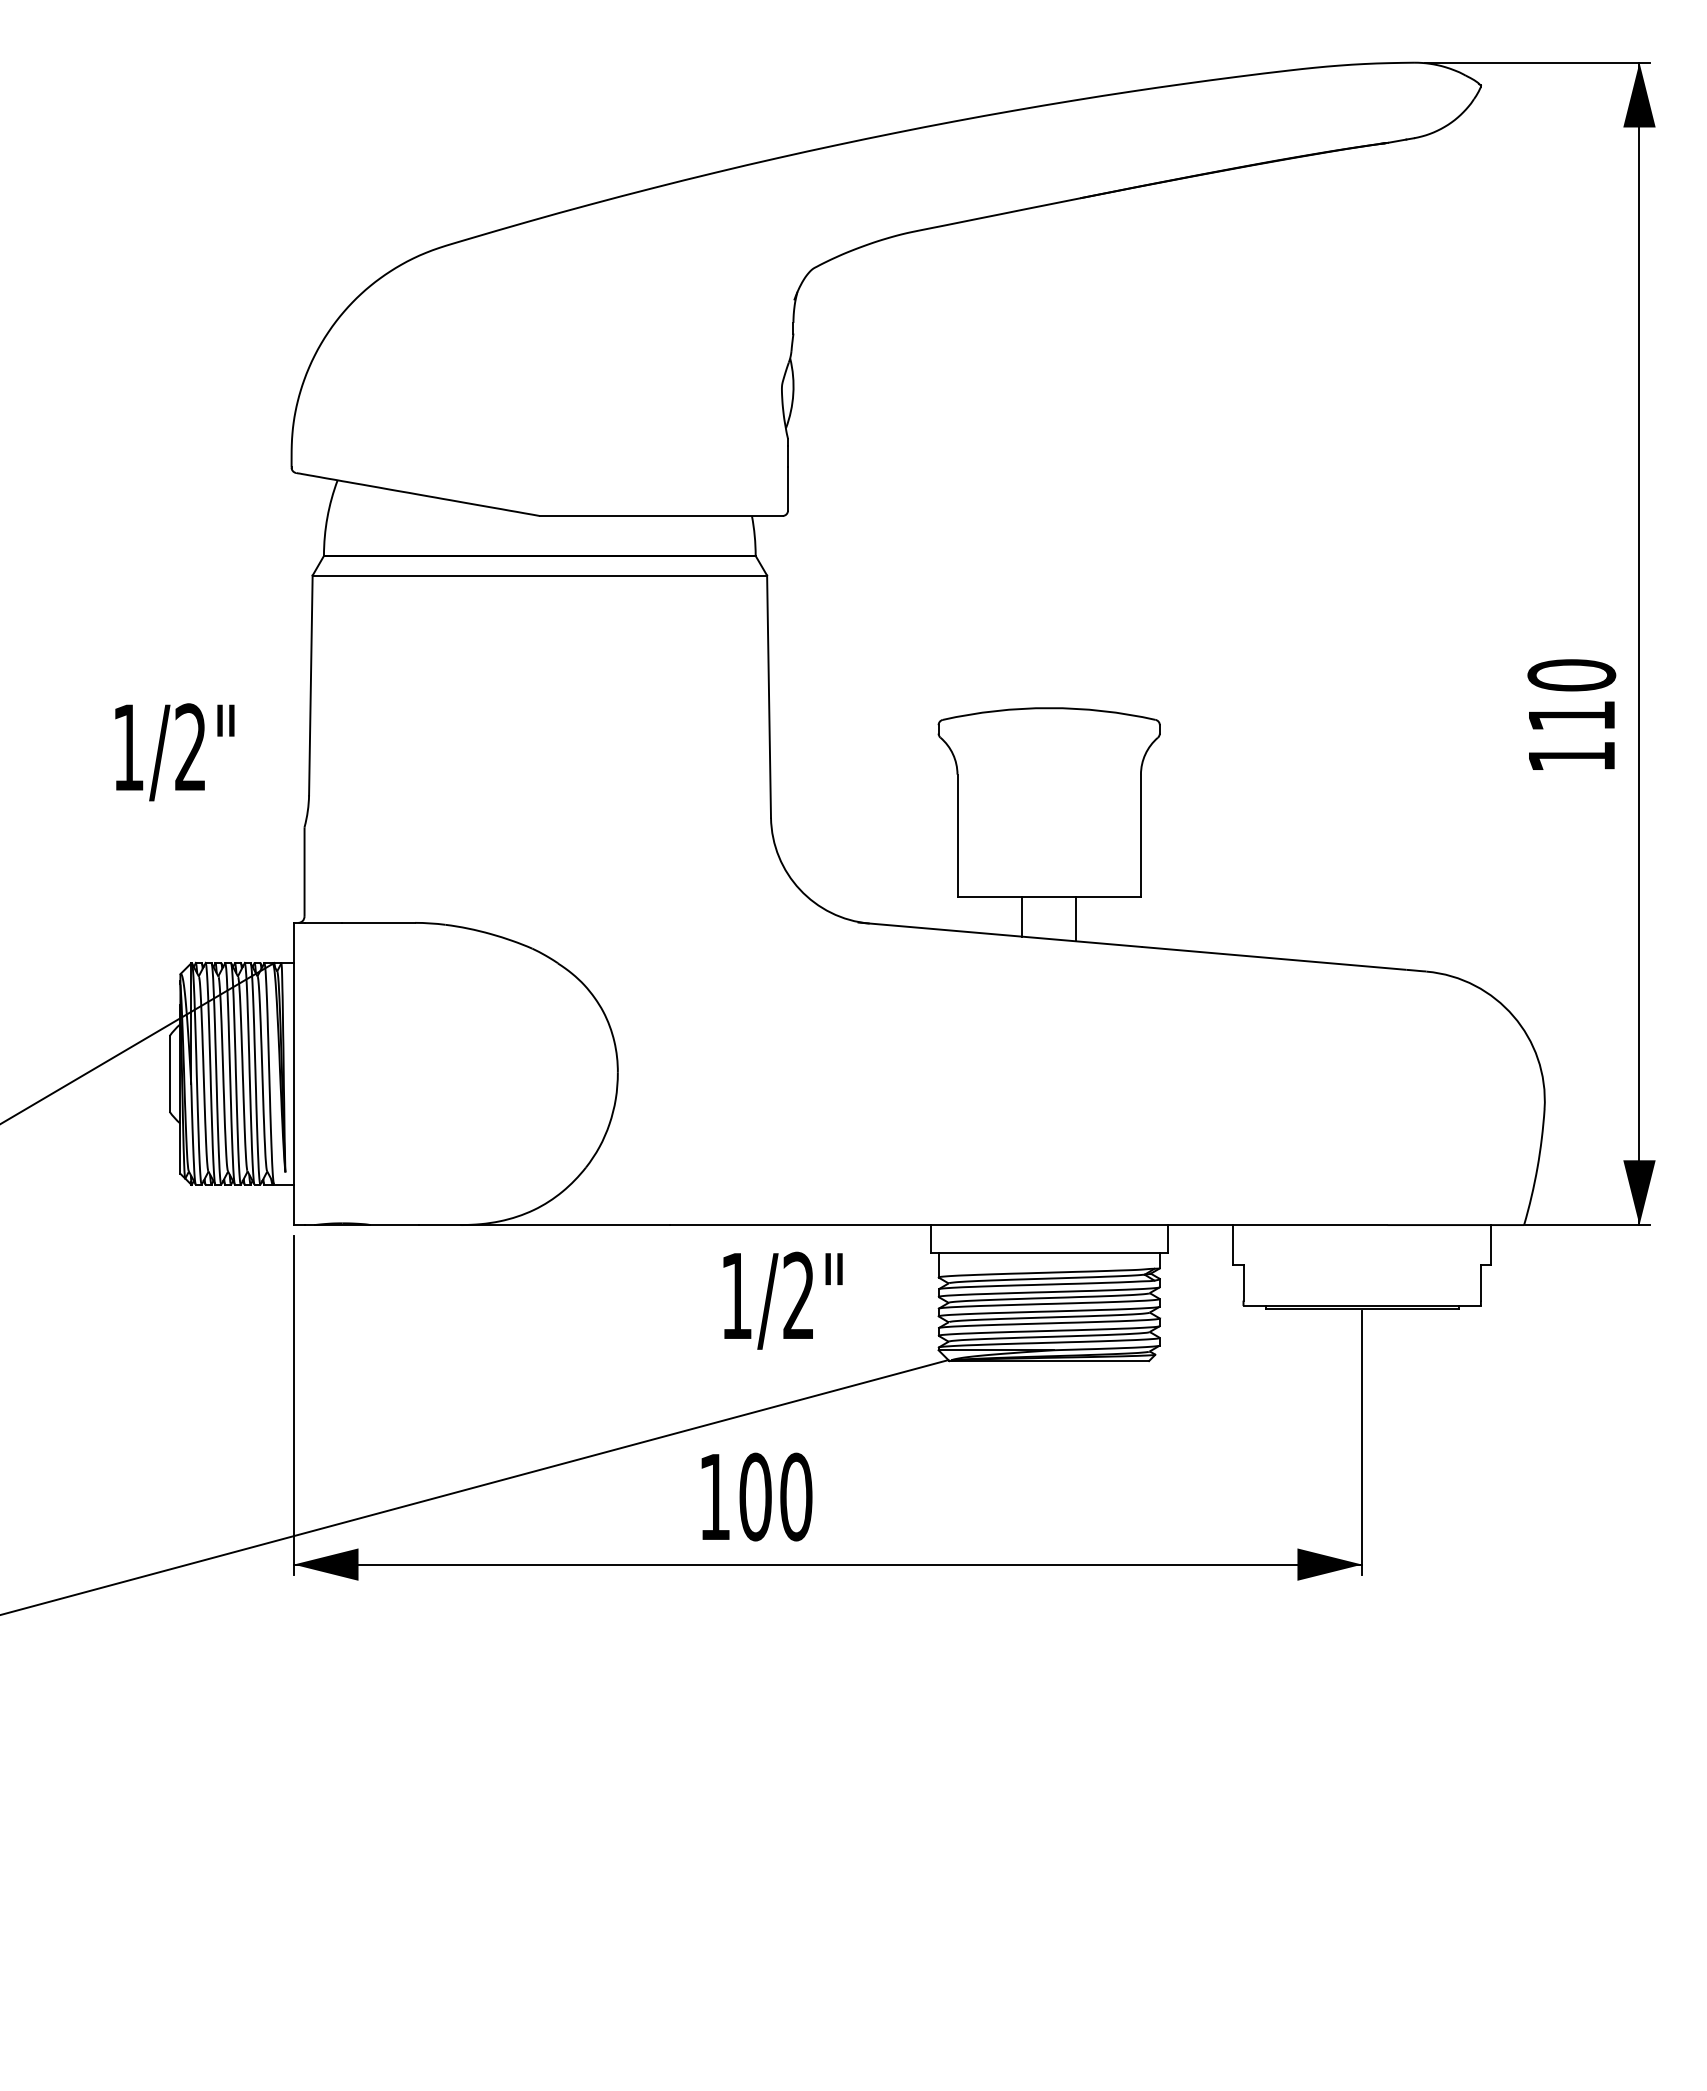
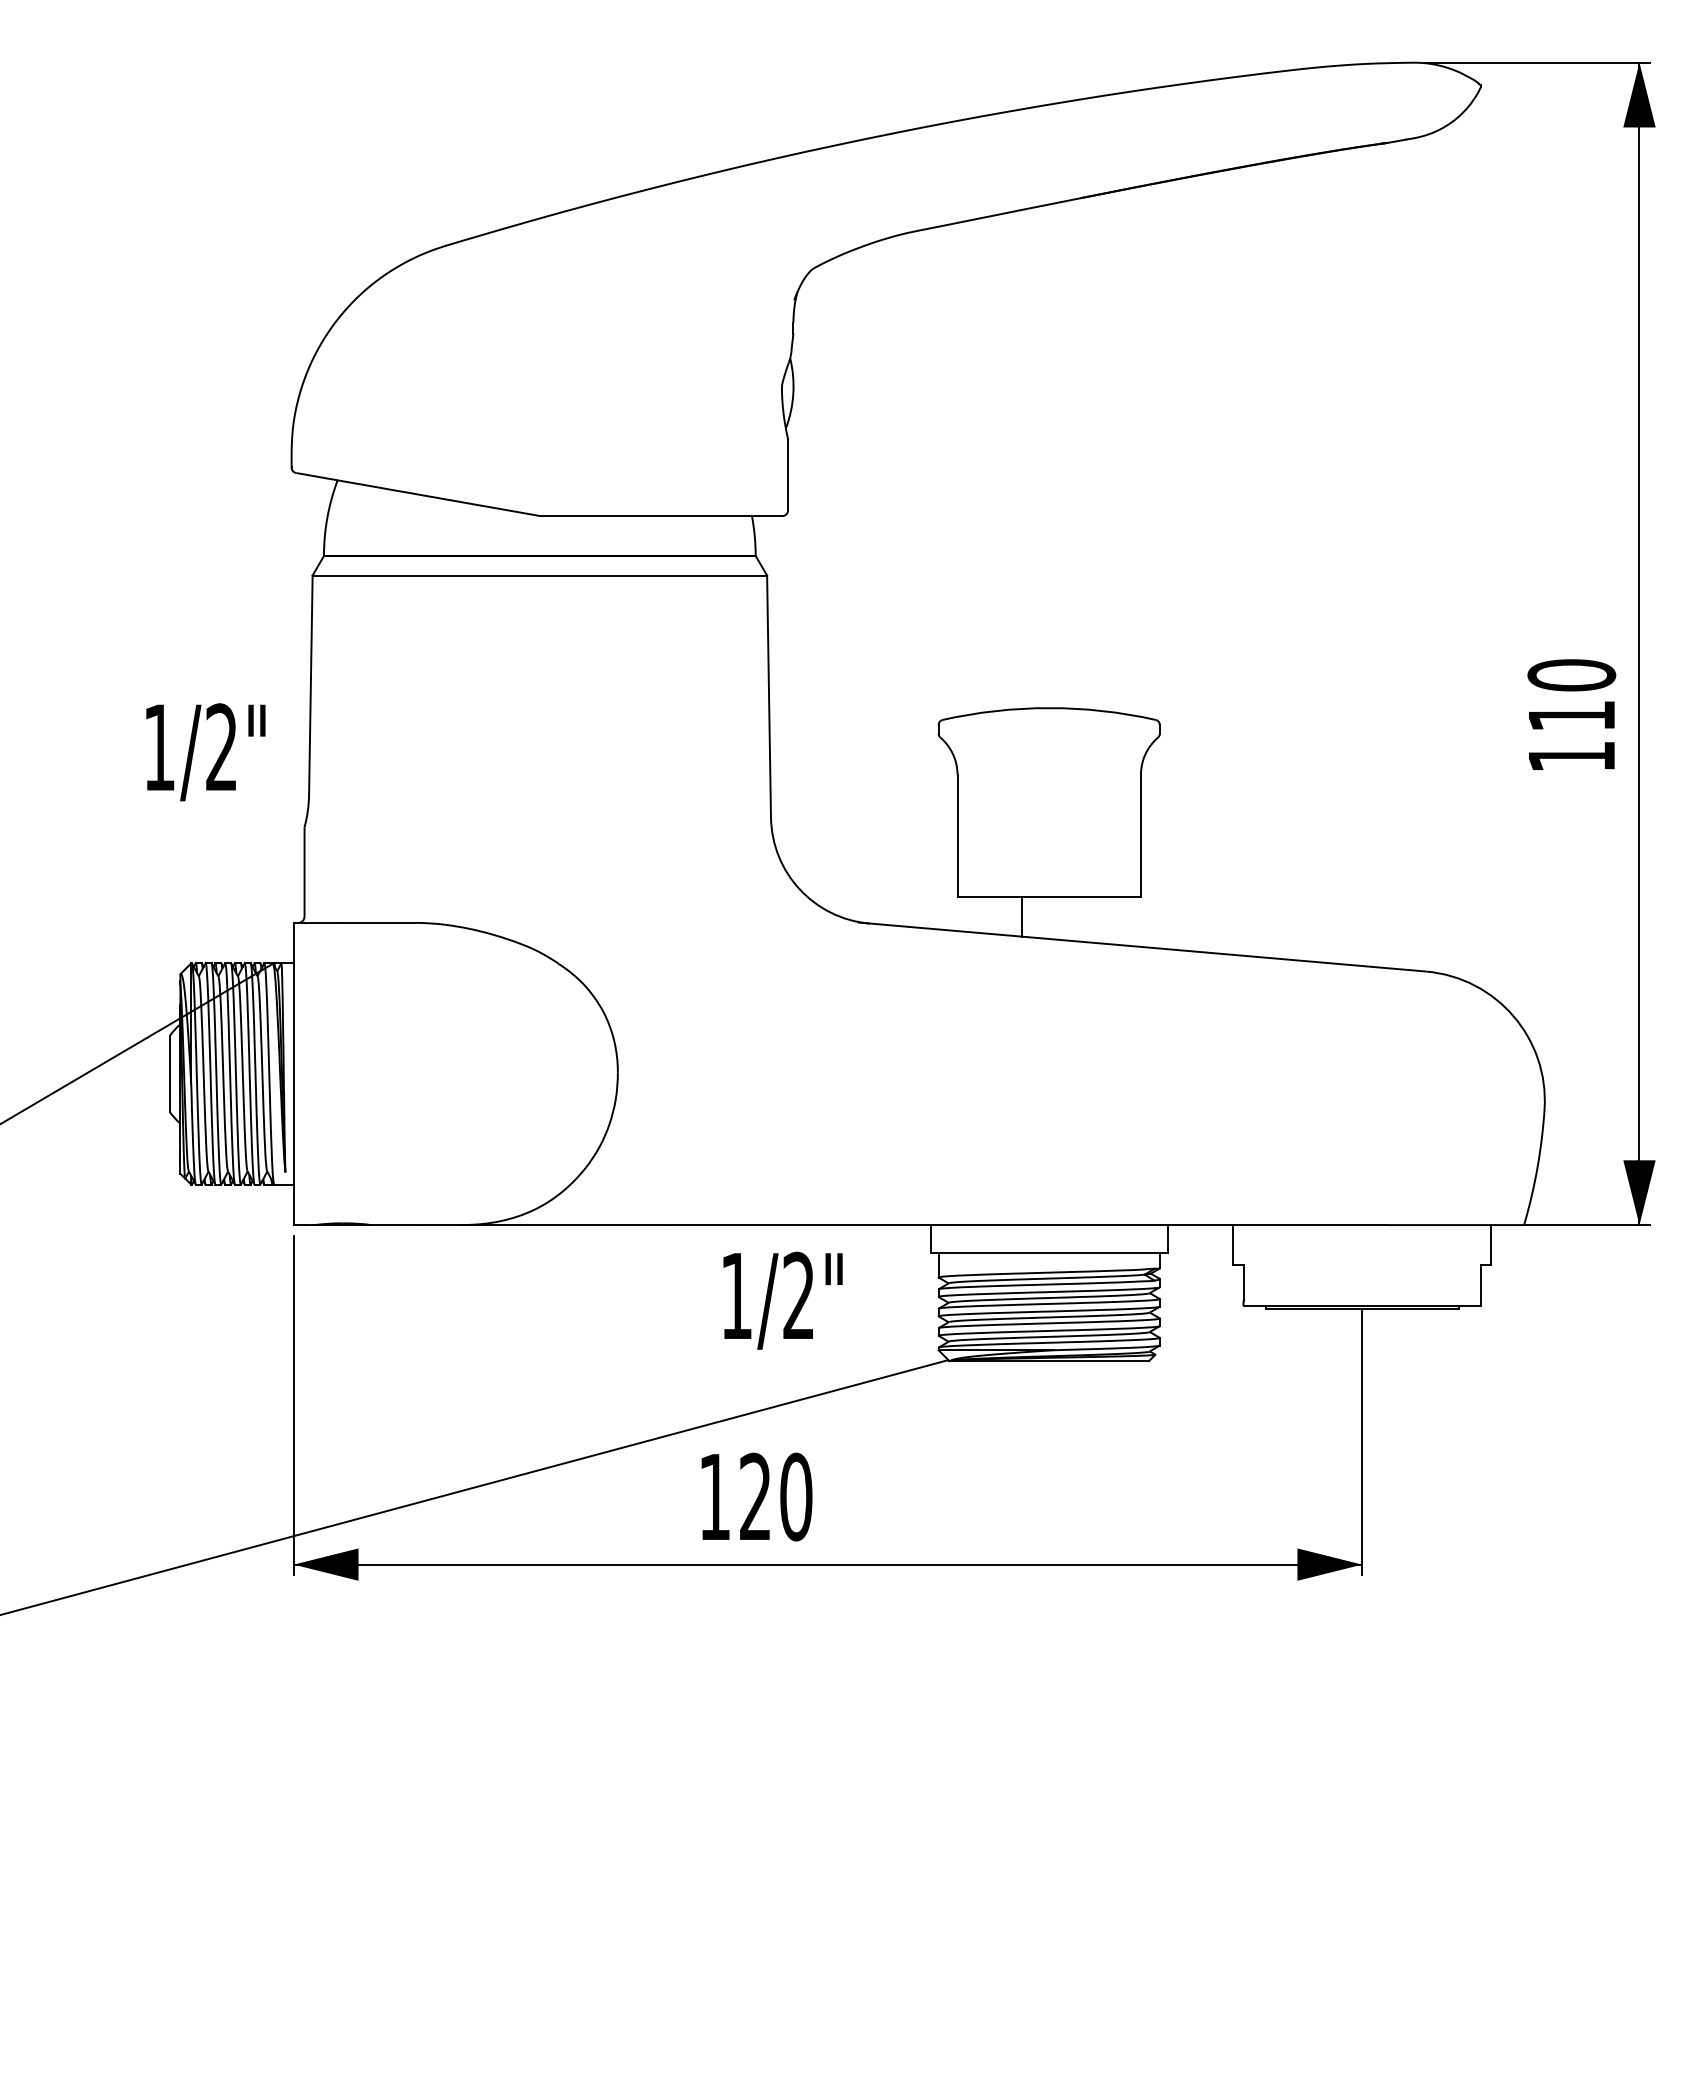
text at (174, 752) position: (174, 752) -> (205, 752)
line at (1076, 918): present -> none
text at (755, 1496): 100 -> 120
